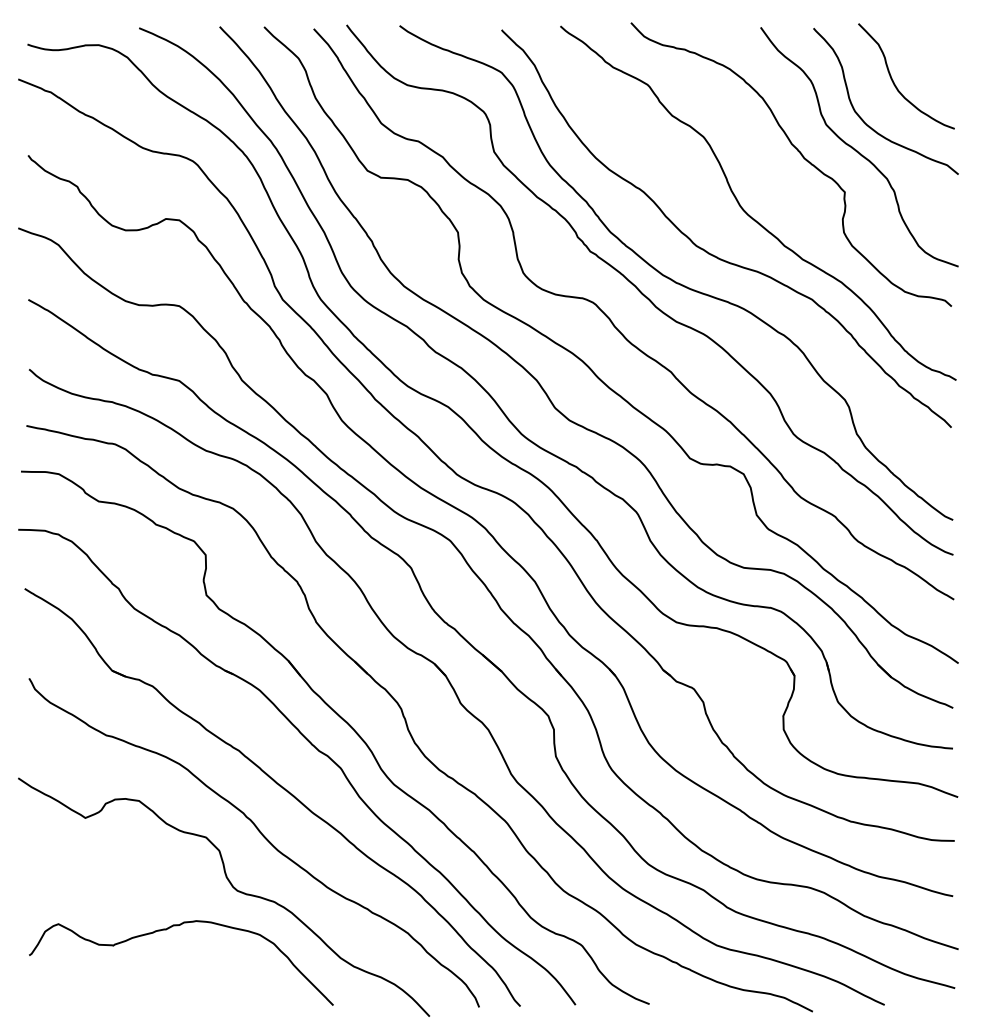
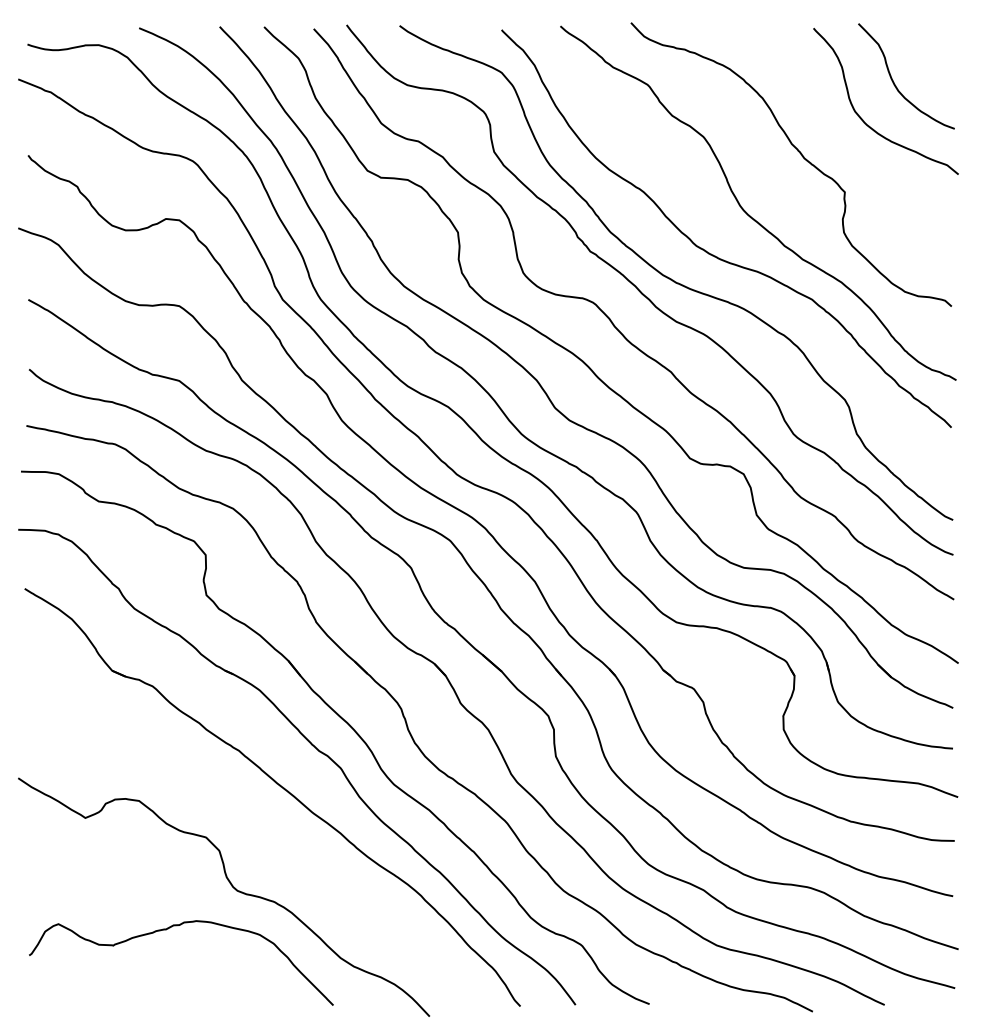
curve at (856, 149): present -> none
curve at (261, 835): present -> none
